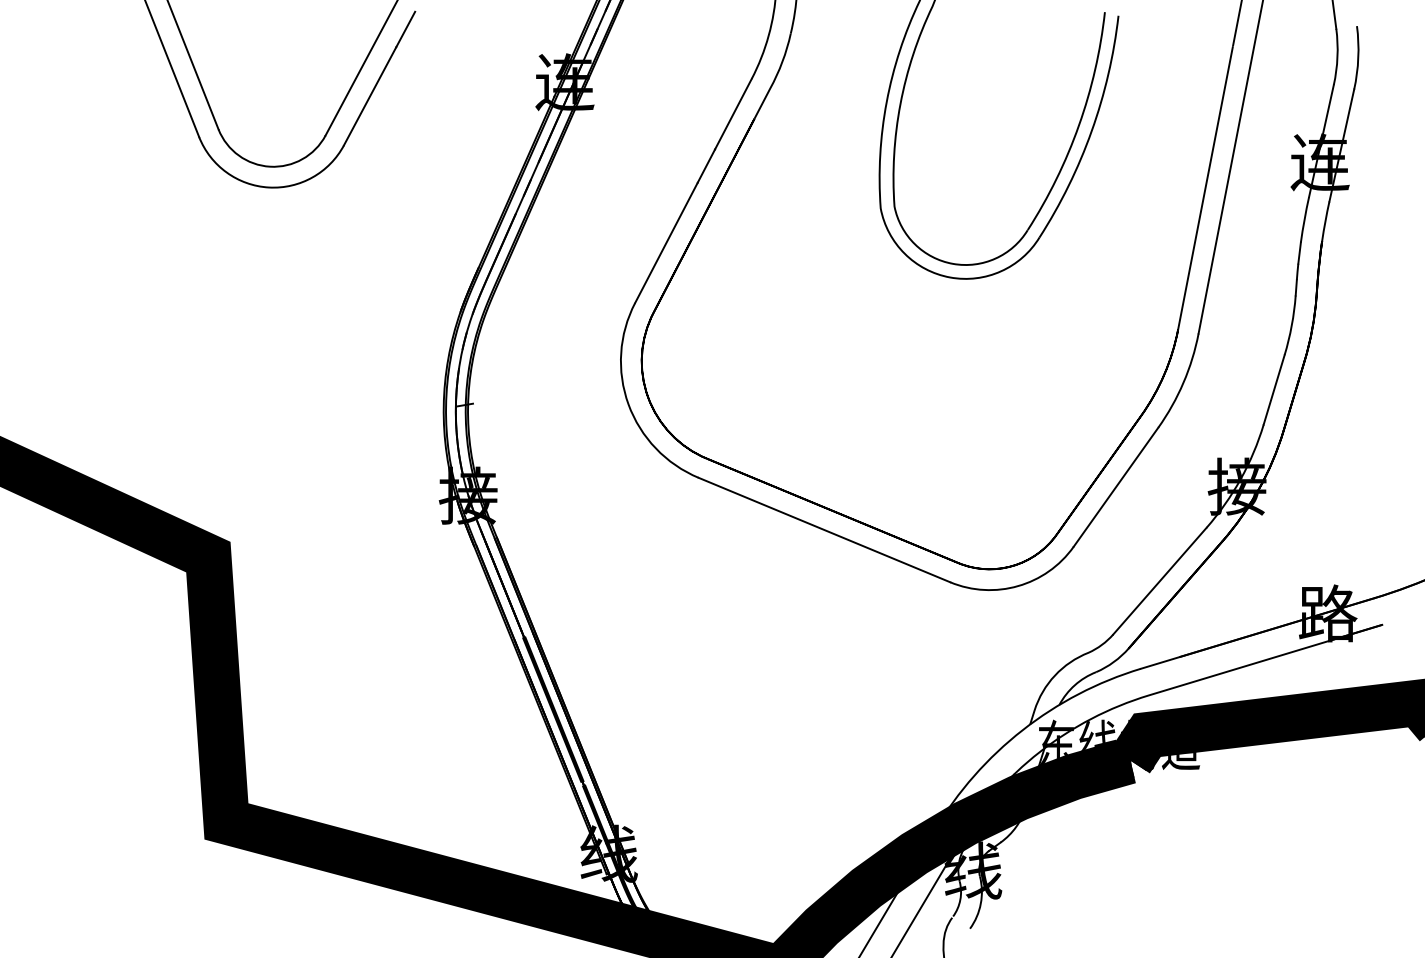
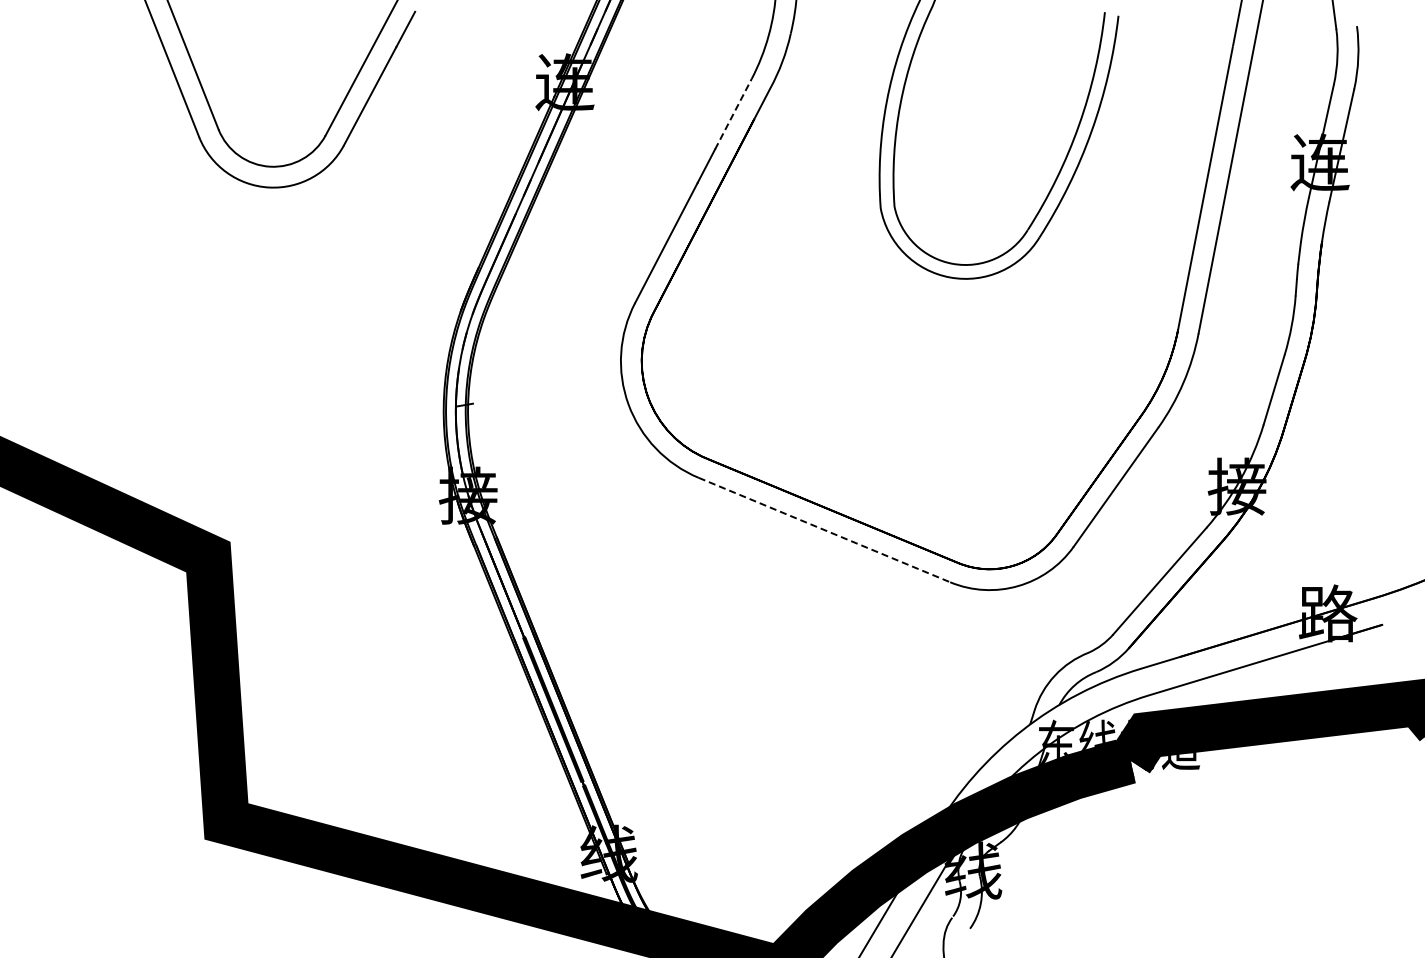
line at (733, 114): solid -> dashed
line at (824, 530): solid -> dashed
